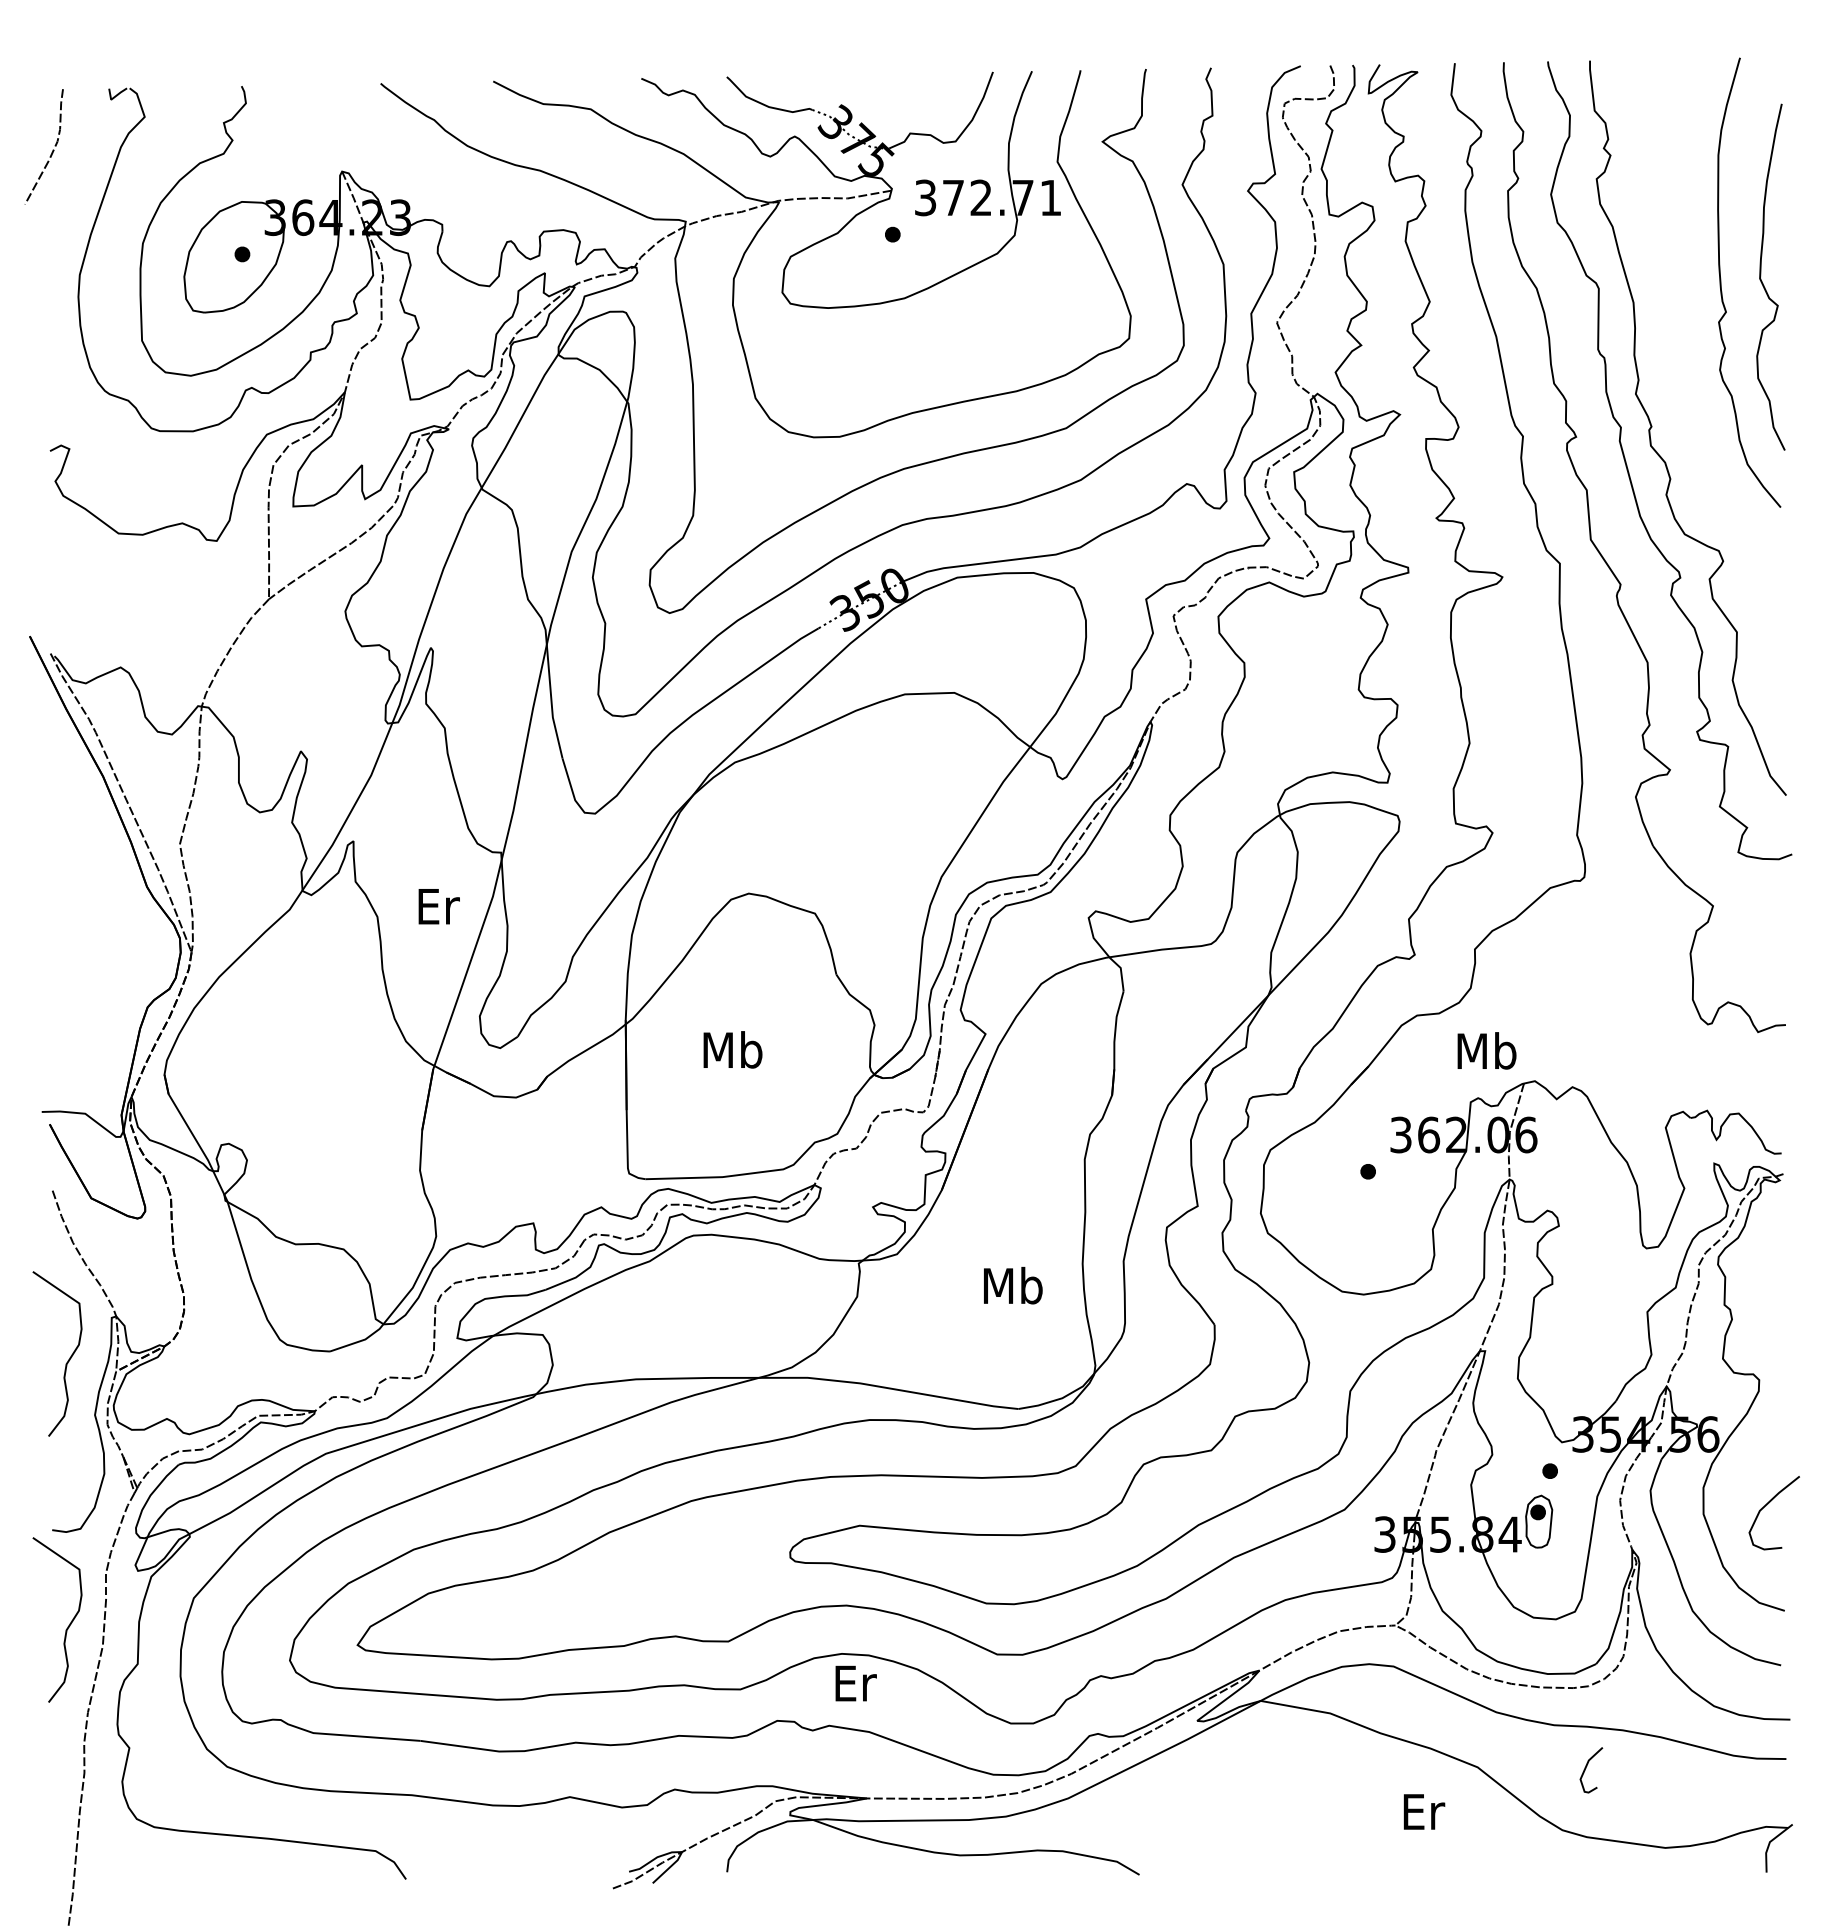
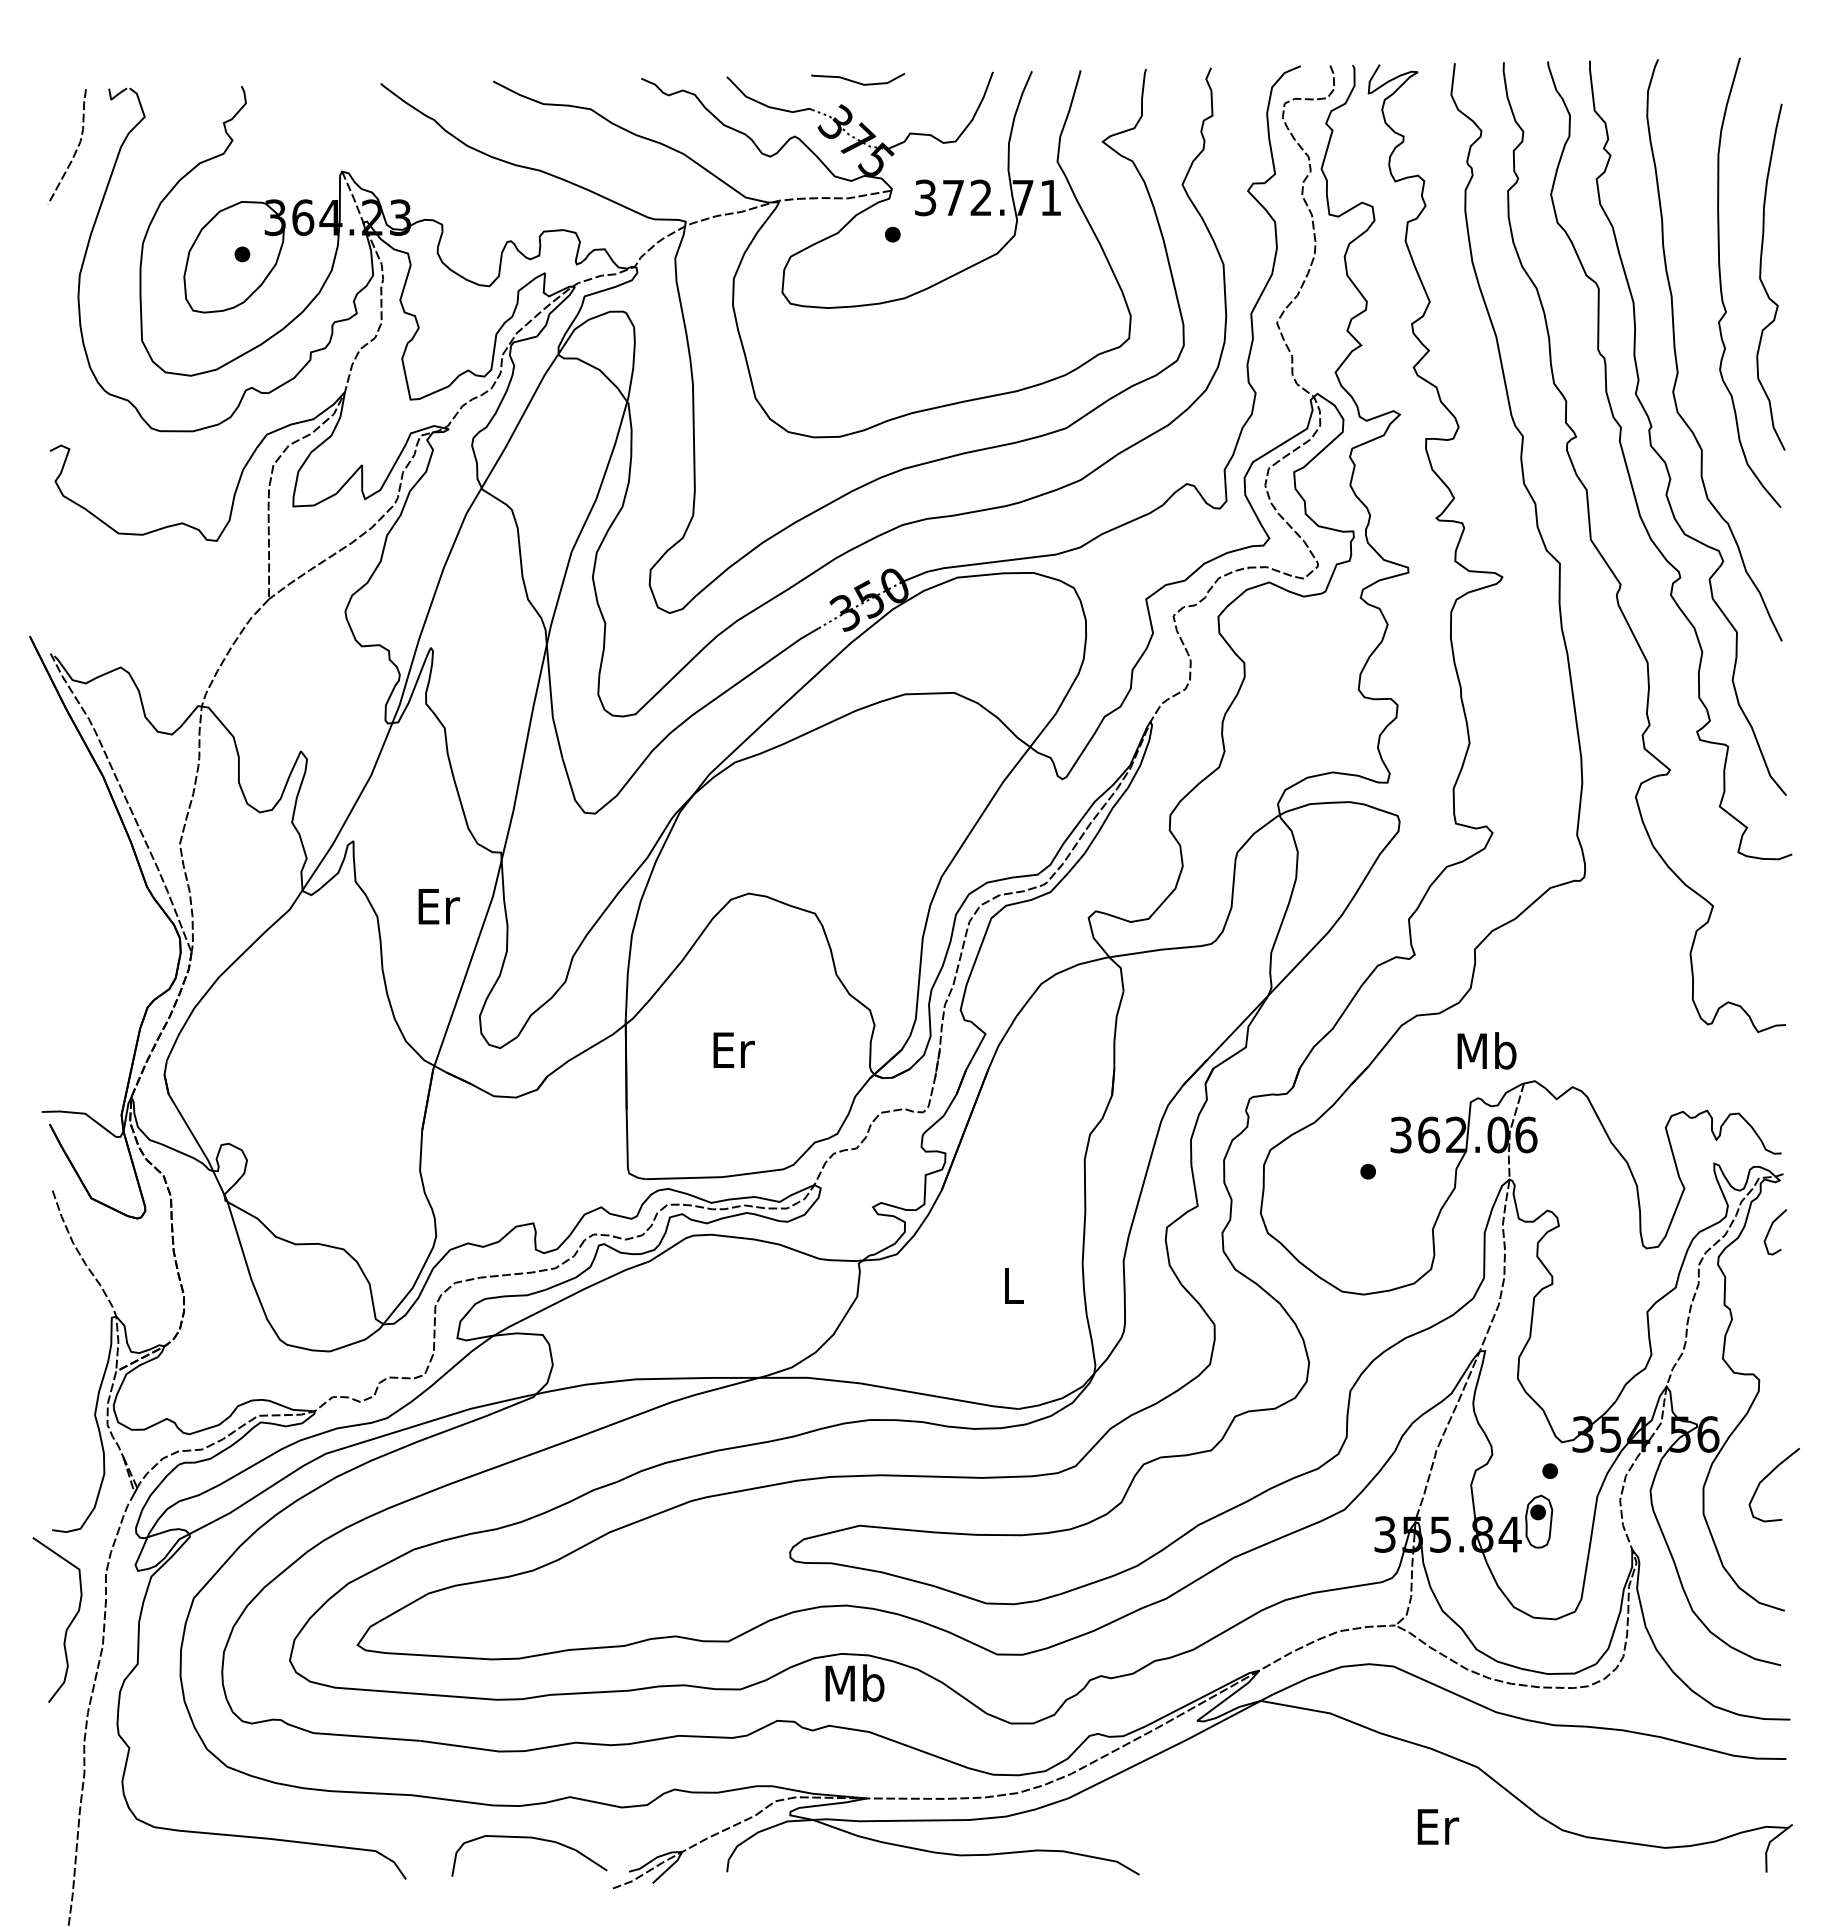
curve at (857, 81): none -> present
curve at (52, 150) position: (52, 150) -> (75, 150)
curve at (1676, 352): none -> present
text at (732, 1049): Mb -> Er
text at (1013, 1285): Mb -> L
curve at (67, 1360): present -> none
curve at (1767, 1505) position: (1767, 1505) -> (1767, 1477)
text at (854, 1682): Er -> Mb
curve at (1586, 1768) position: (1586, 1768) -> (1770, 1230)
text at (1424, 1811) position: (1424, 1811) -> (1438, 1826)
curve at (529, 1838): none -> present
